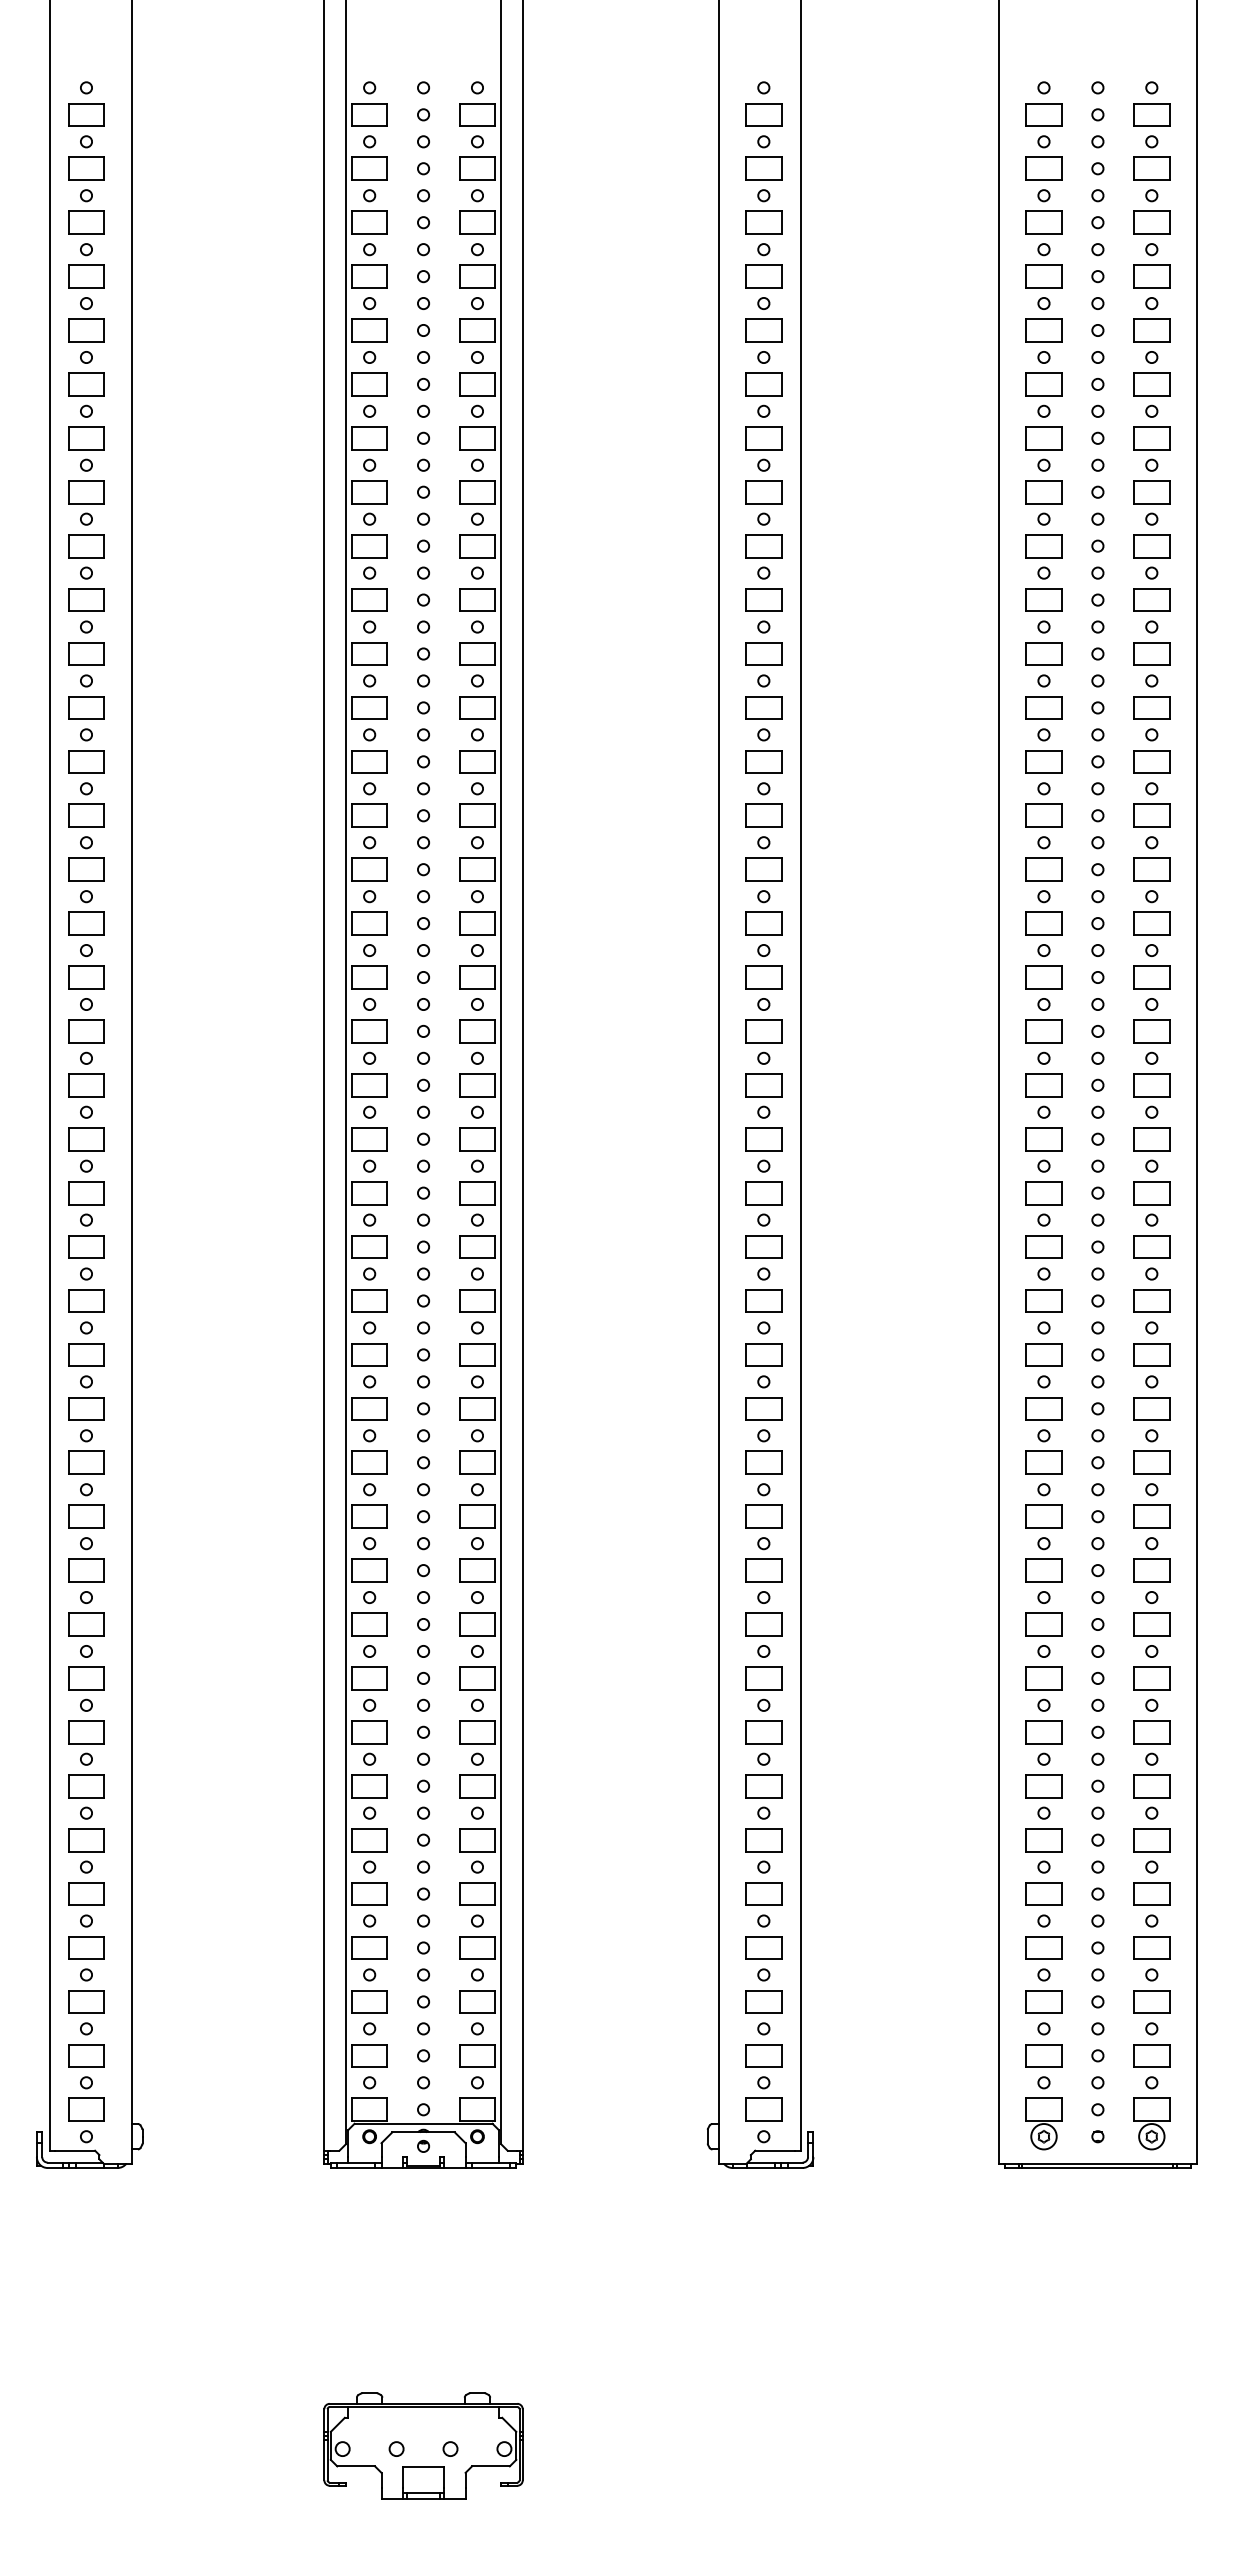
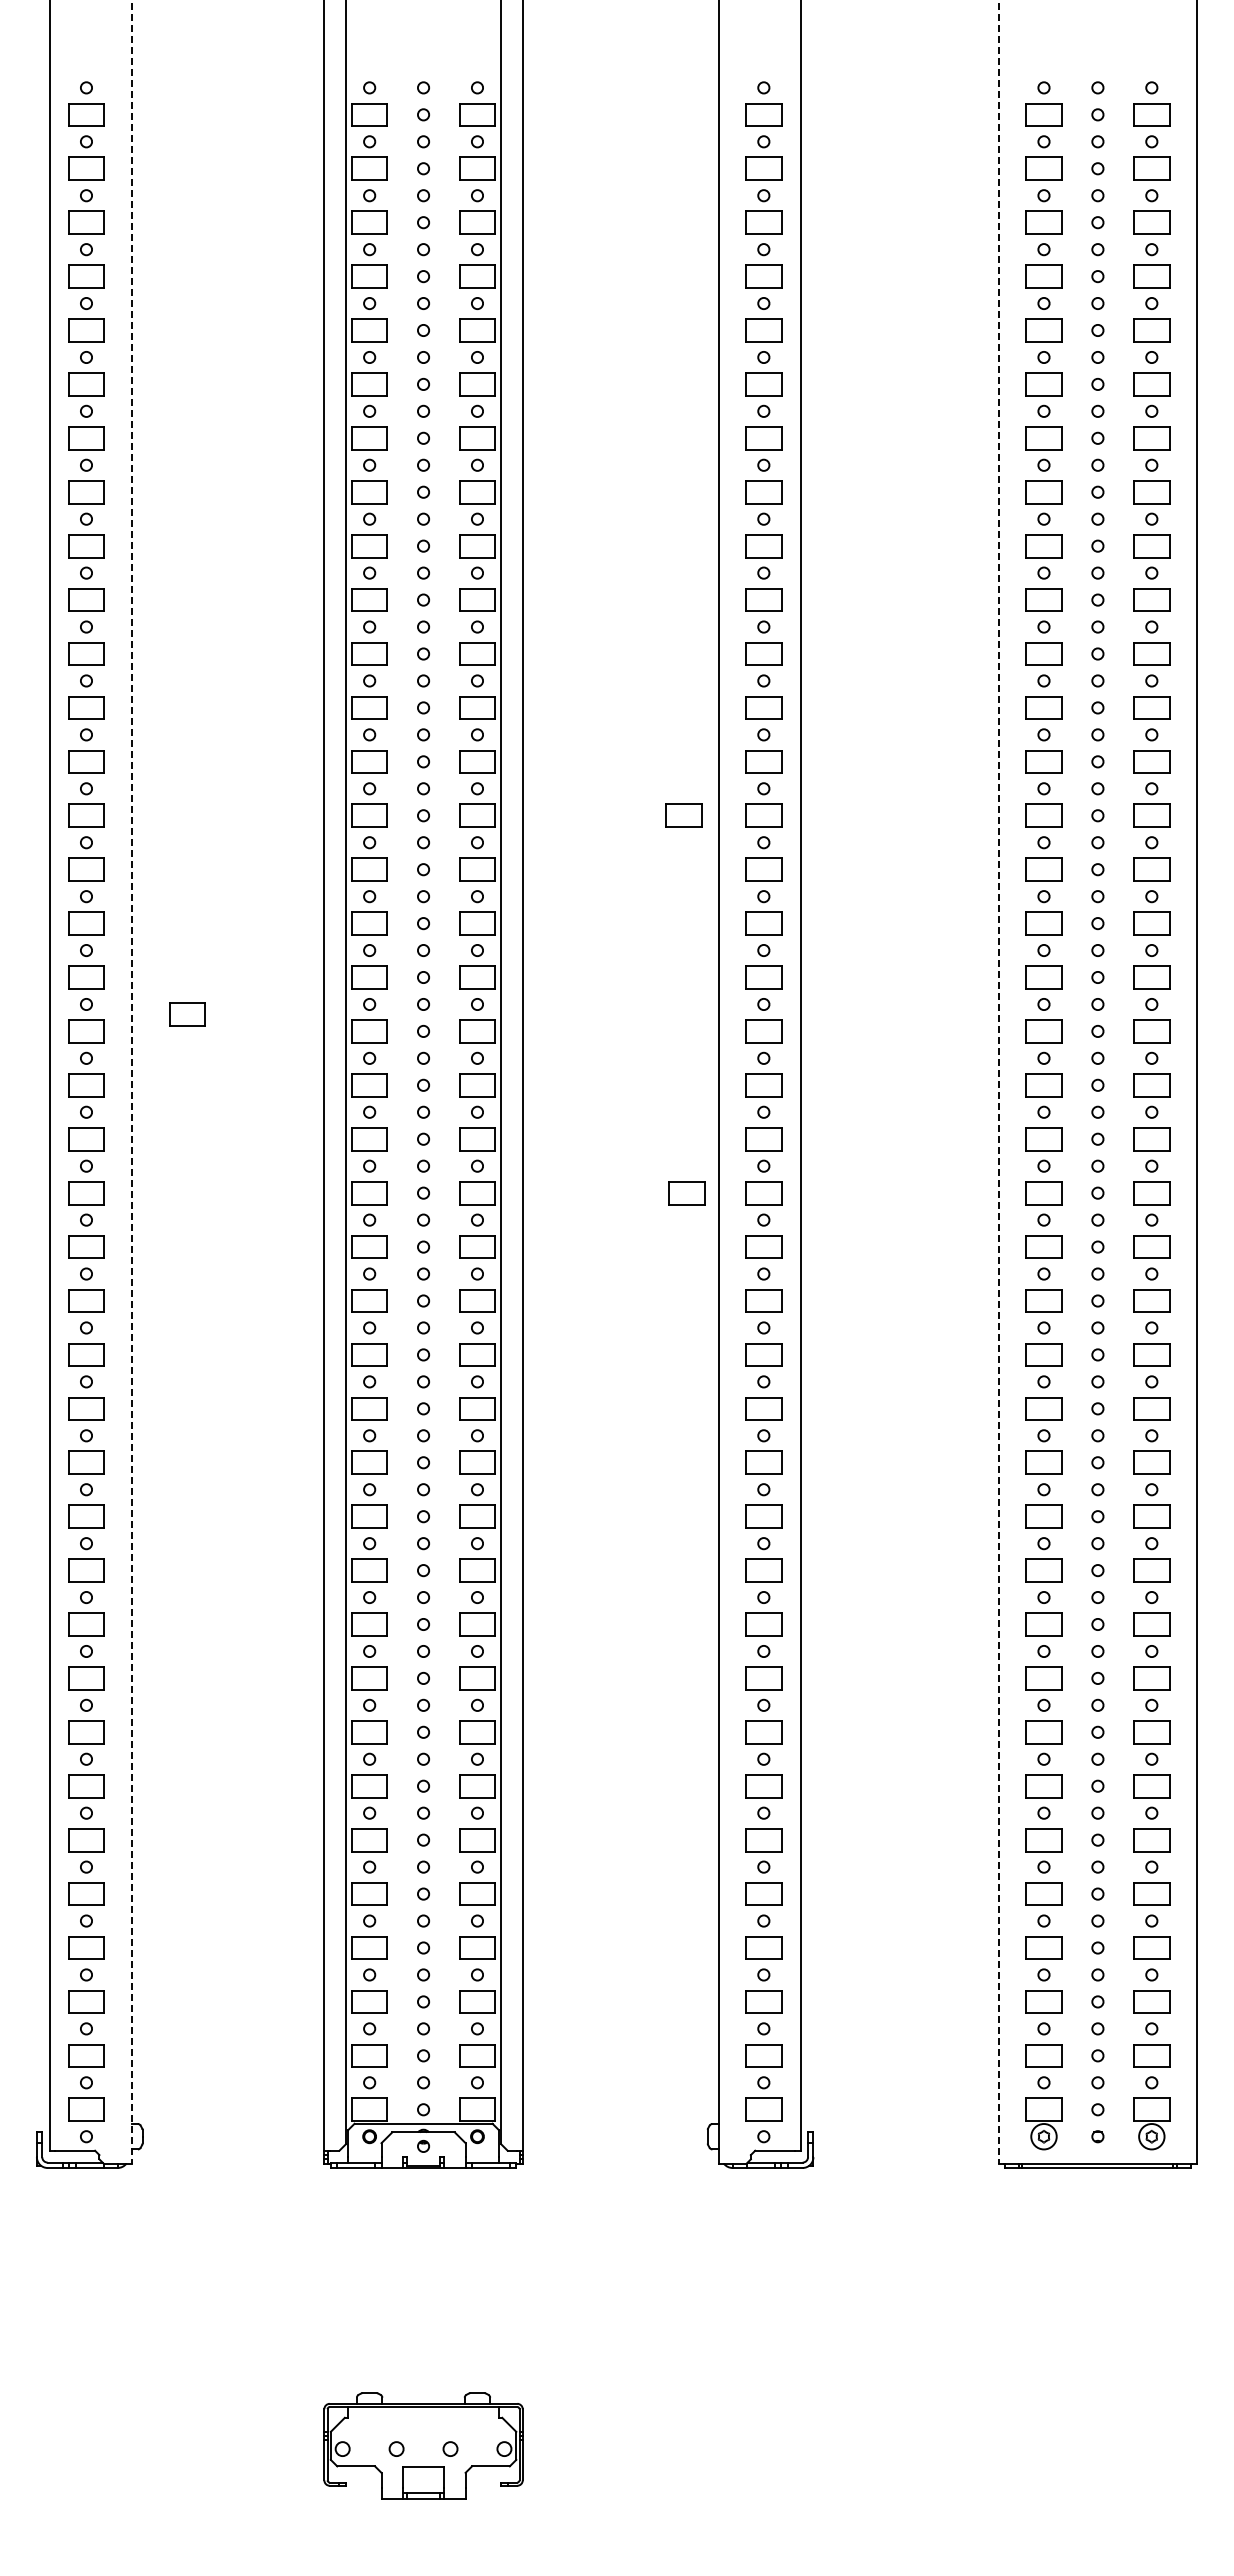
part at (683, 815): none -> present
part at (187, 1014): none -> present
line at (131, 1082): solid -> dashed
line at (998, 1082): solid -> dashed
part at (686, 1193): none -> present
